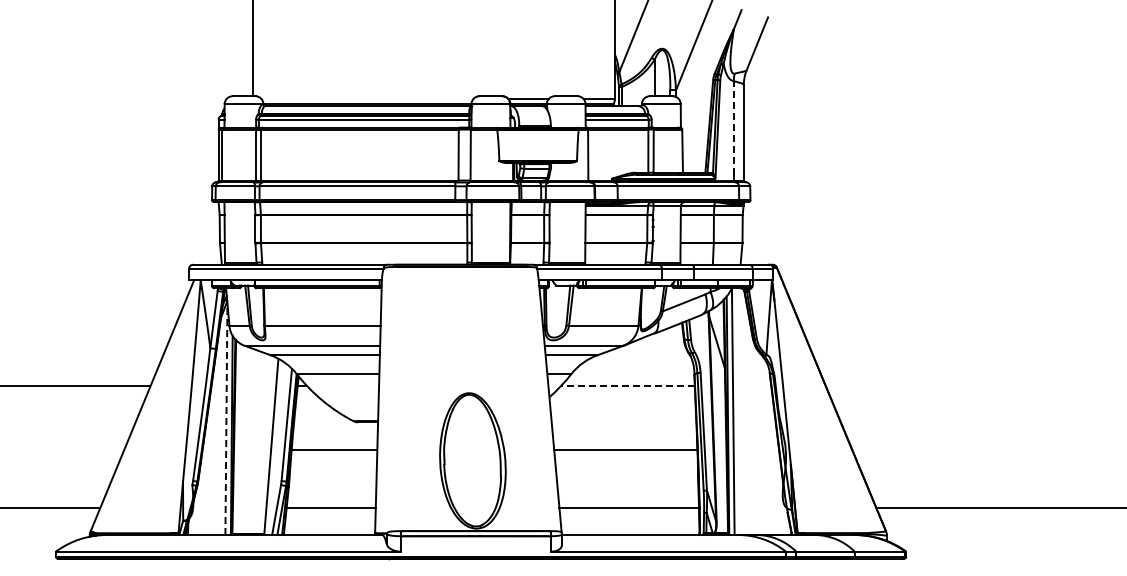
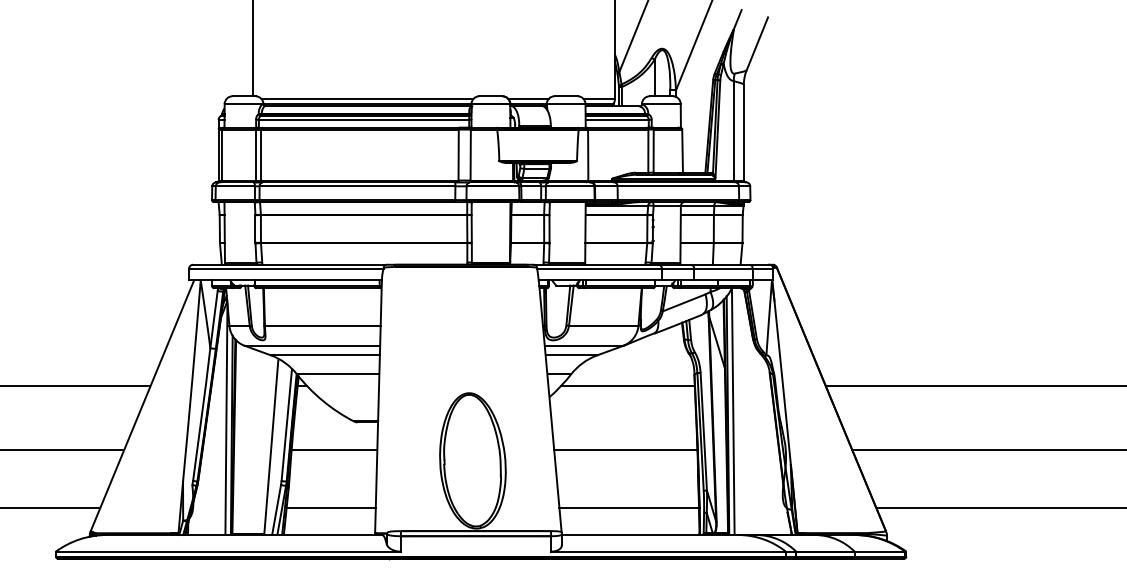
line at (367, 99): none -> present
line at (733, 127): dashed -> solid
line at (627, 386): dashed -> solid
line at (974, 386): none -> present
line at (226, 419): dashed -> solid
line at (63, 450): none -> present
line at (987, 450): none -> present
